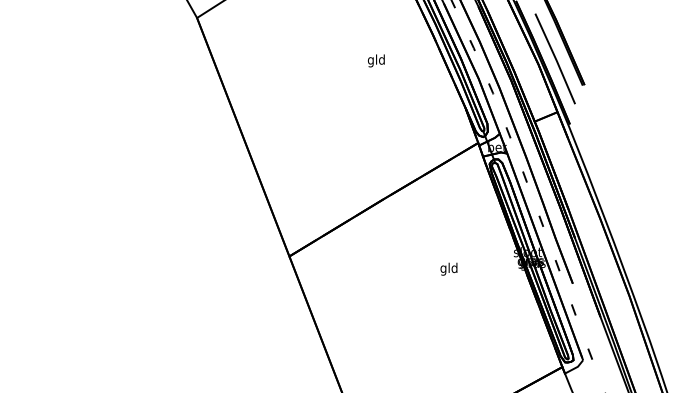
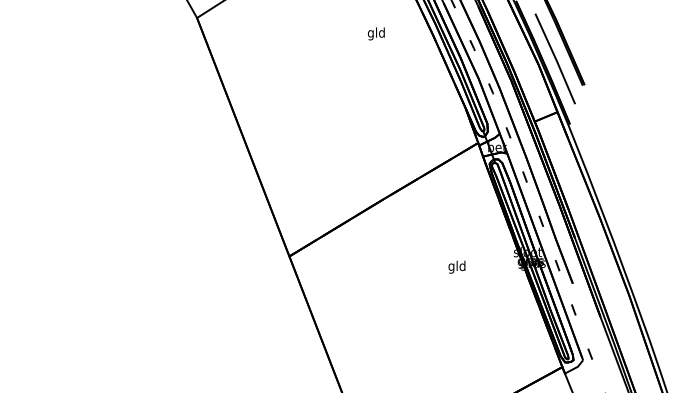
text at (376, 60) position: (376, 60) -> (376, 33)
text at (448, 268) position: (448, 268) -> (456, 266)
